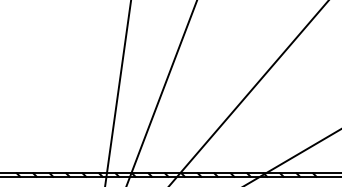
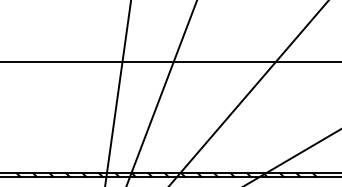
line at (170, 62): none -> present
